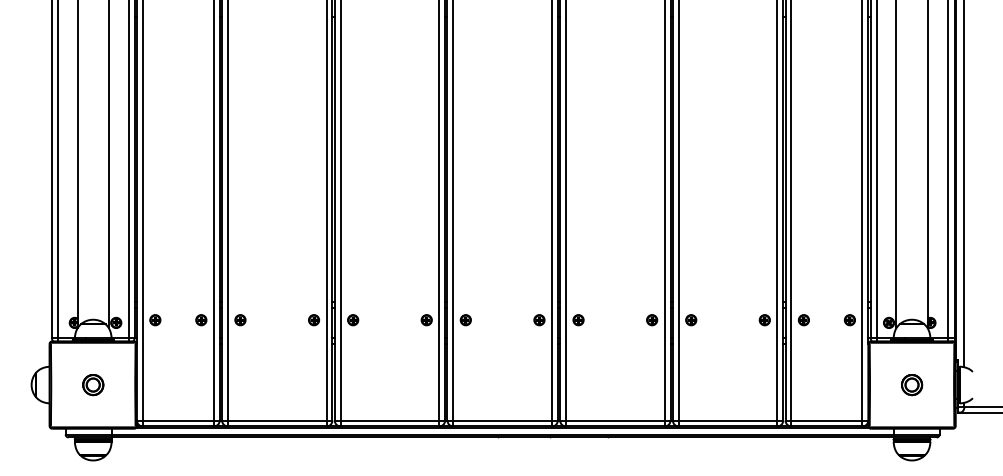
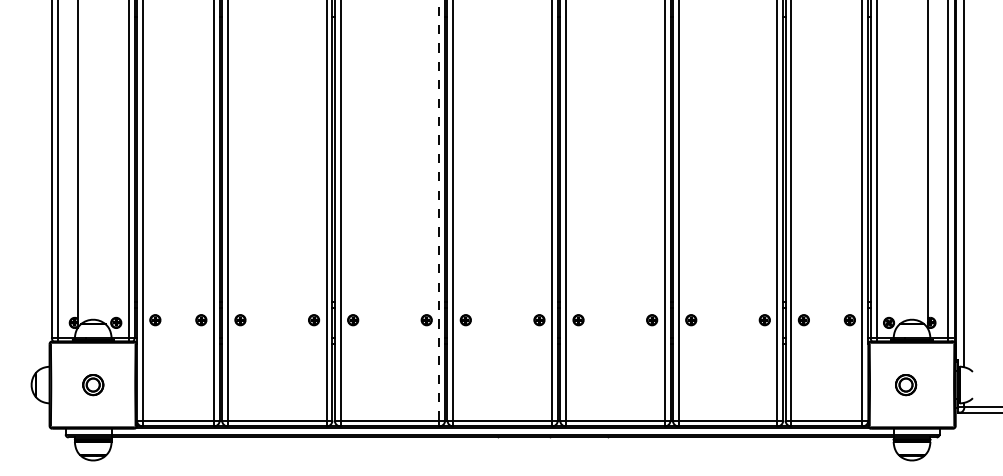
line at (108, 165): present -> none
line at (896, 165): present -> none
line at (439, 210): solid -> dashed
part at (912, 385) position: (912, 385) -> (906, 385)
